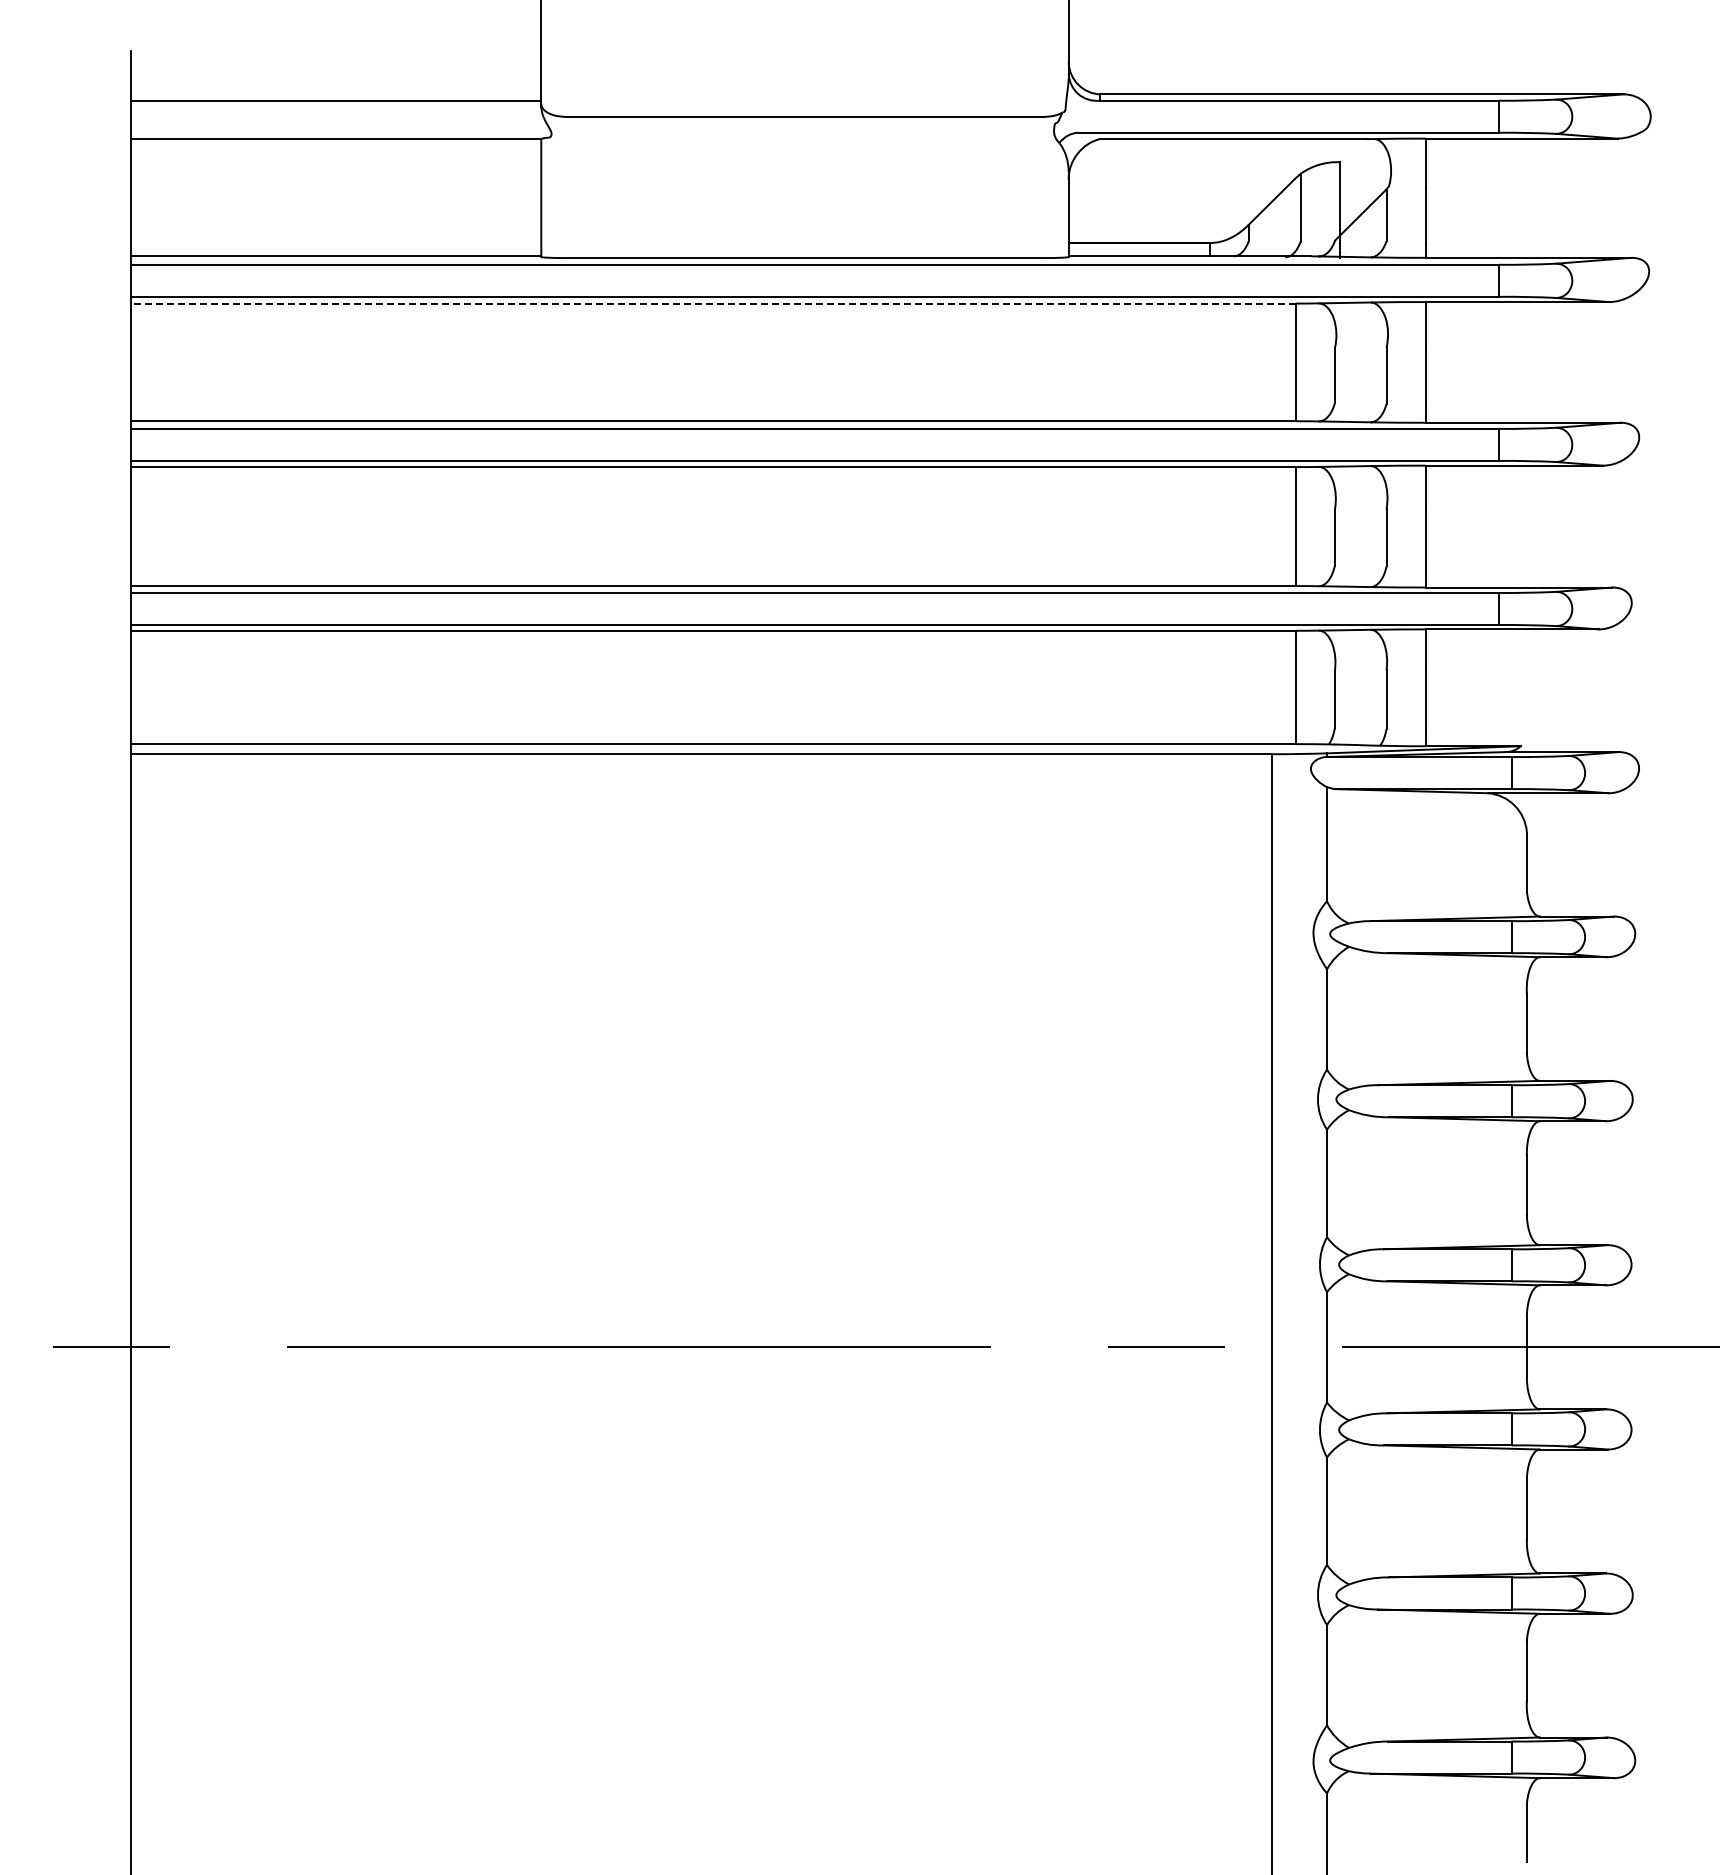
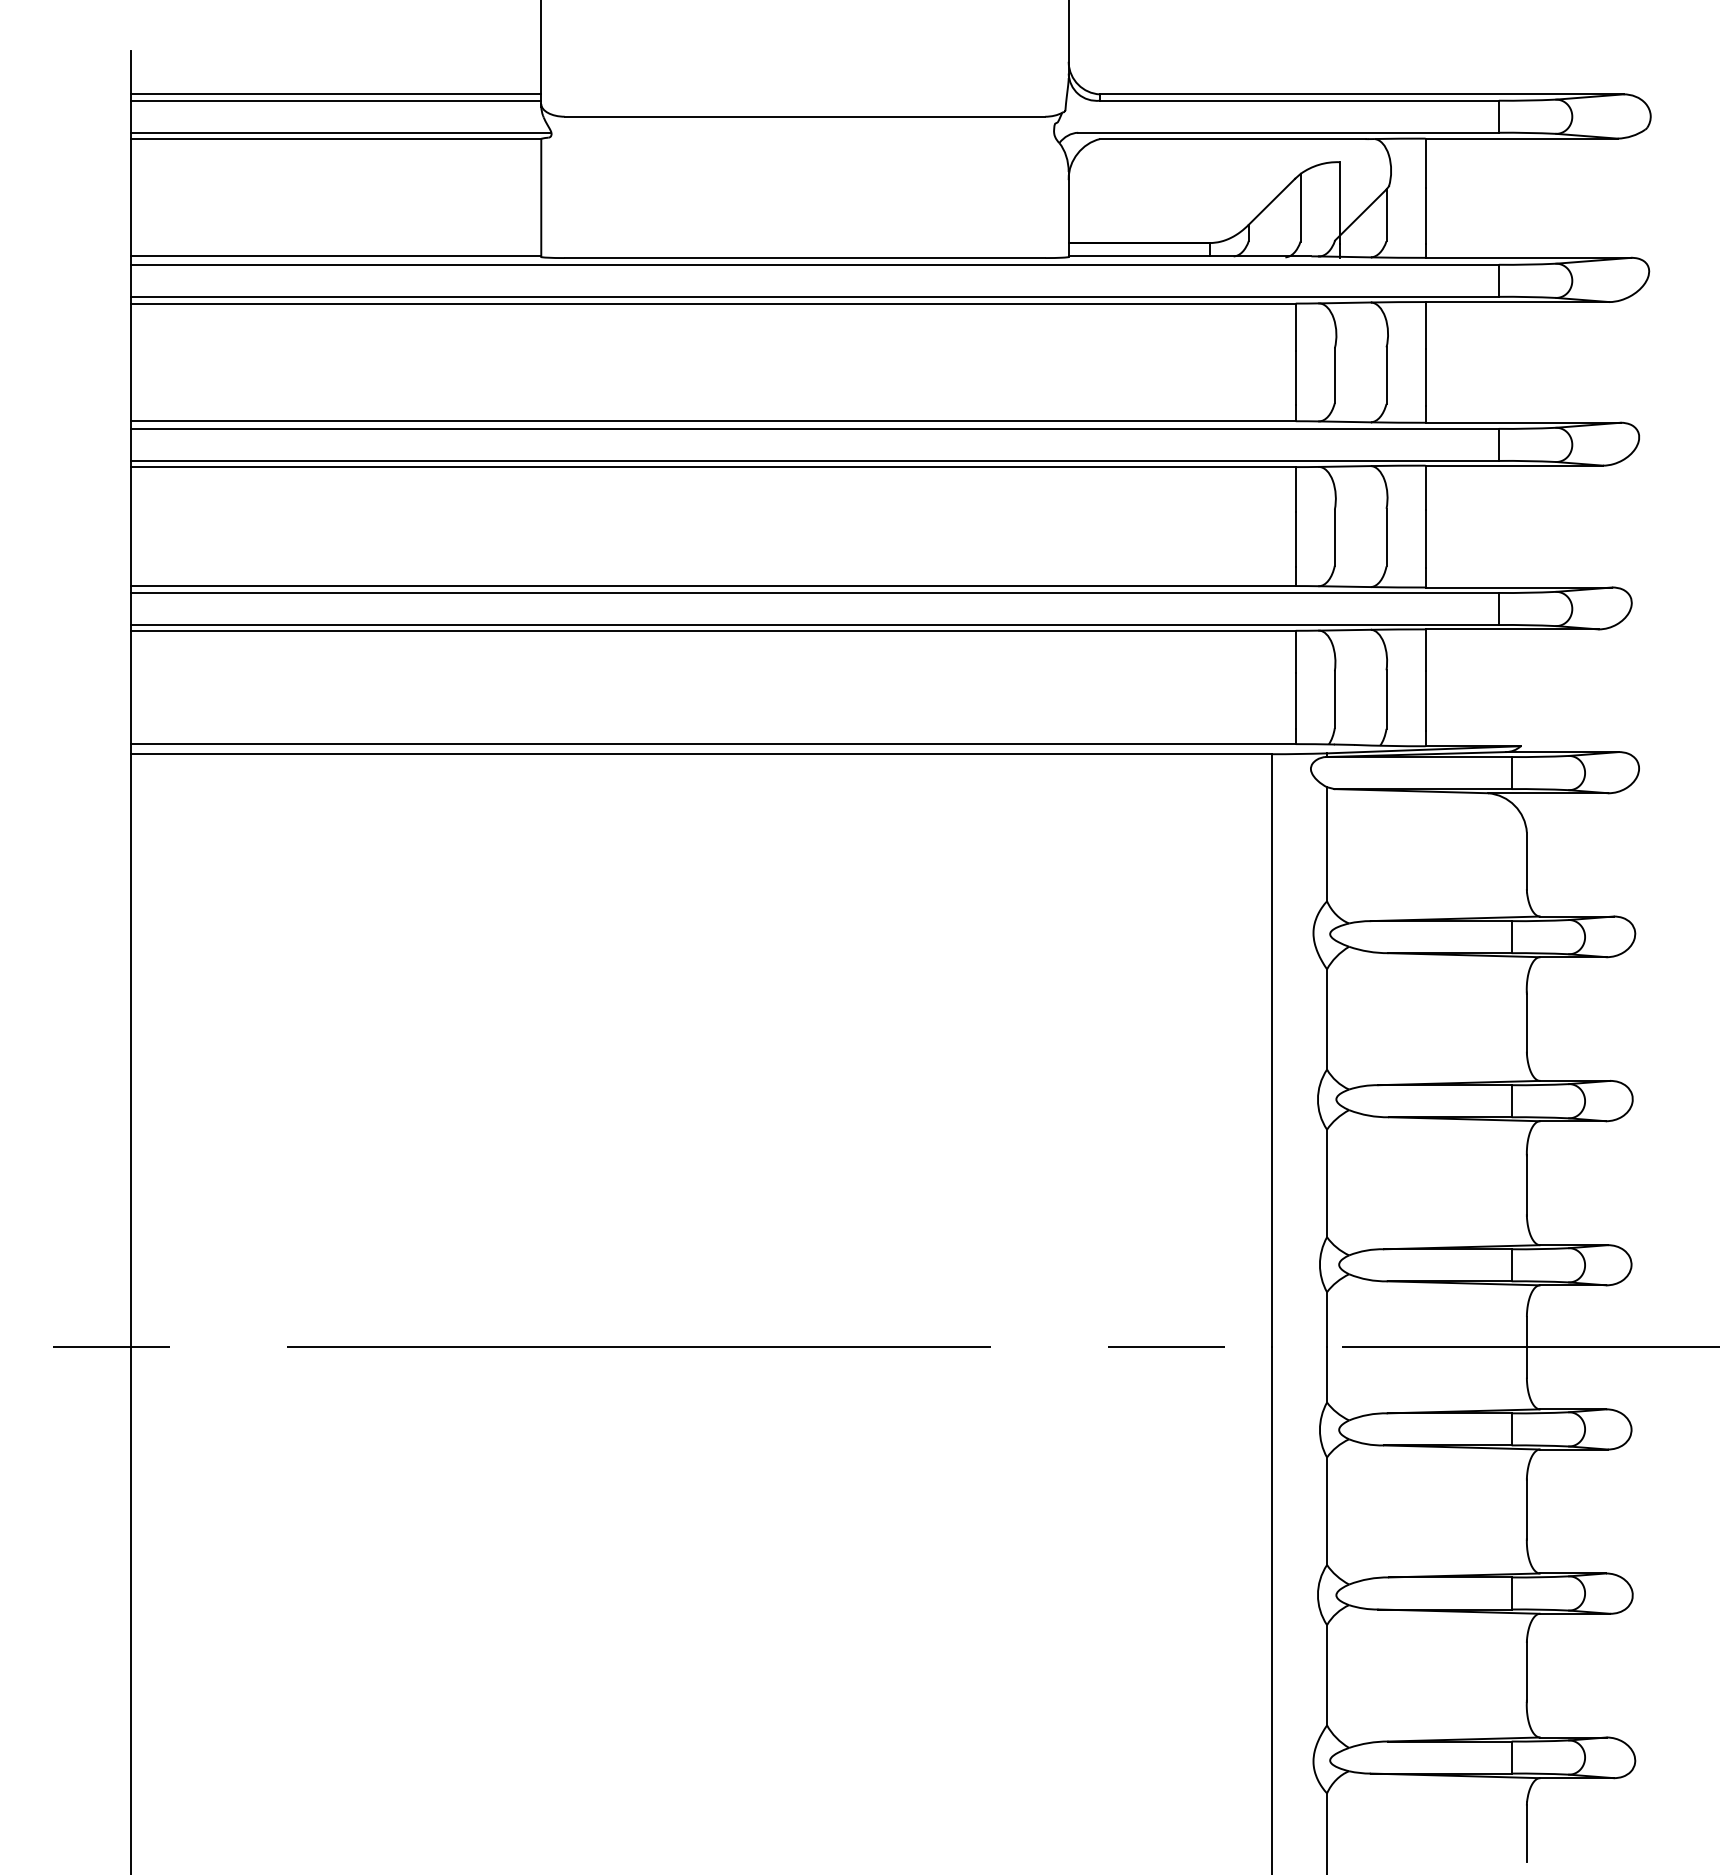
line at (336, 94): none -> present
line at (341, 132): none -> present
line at (712, 303): dashed -> solid
